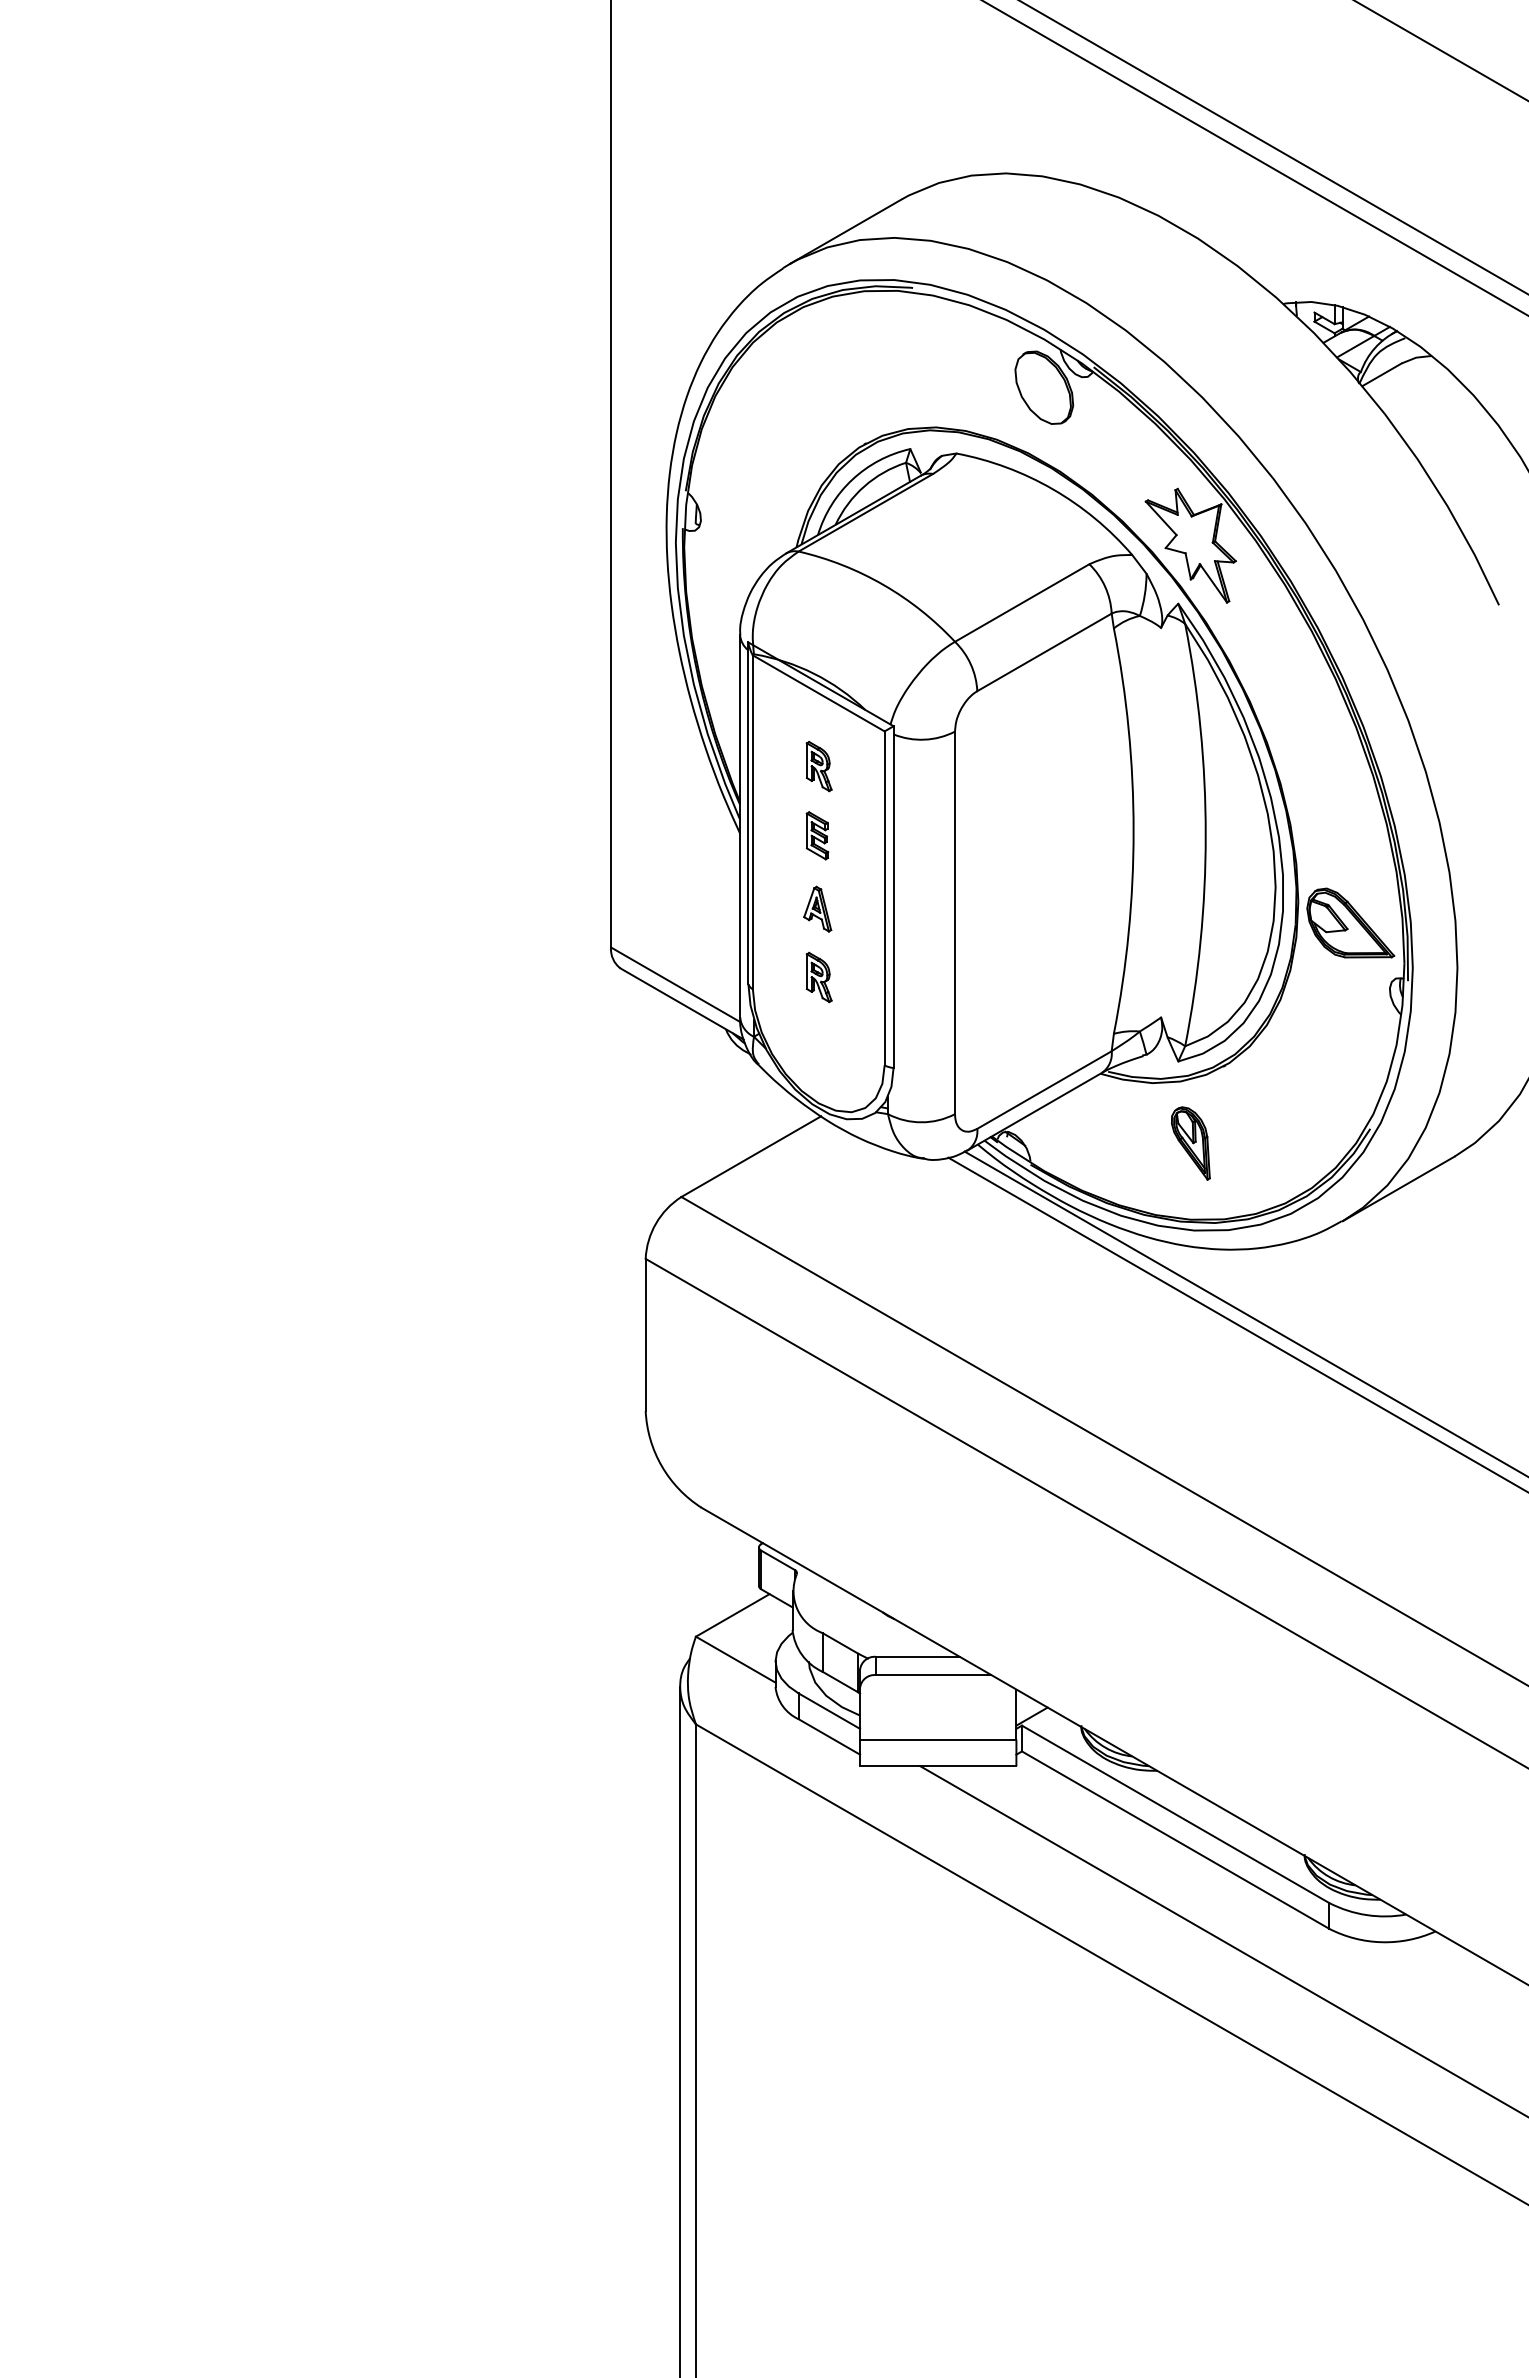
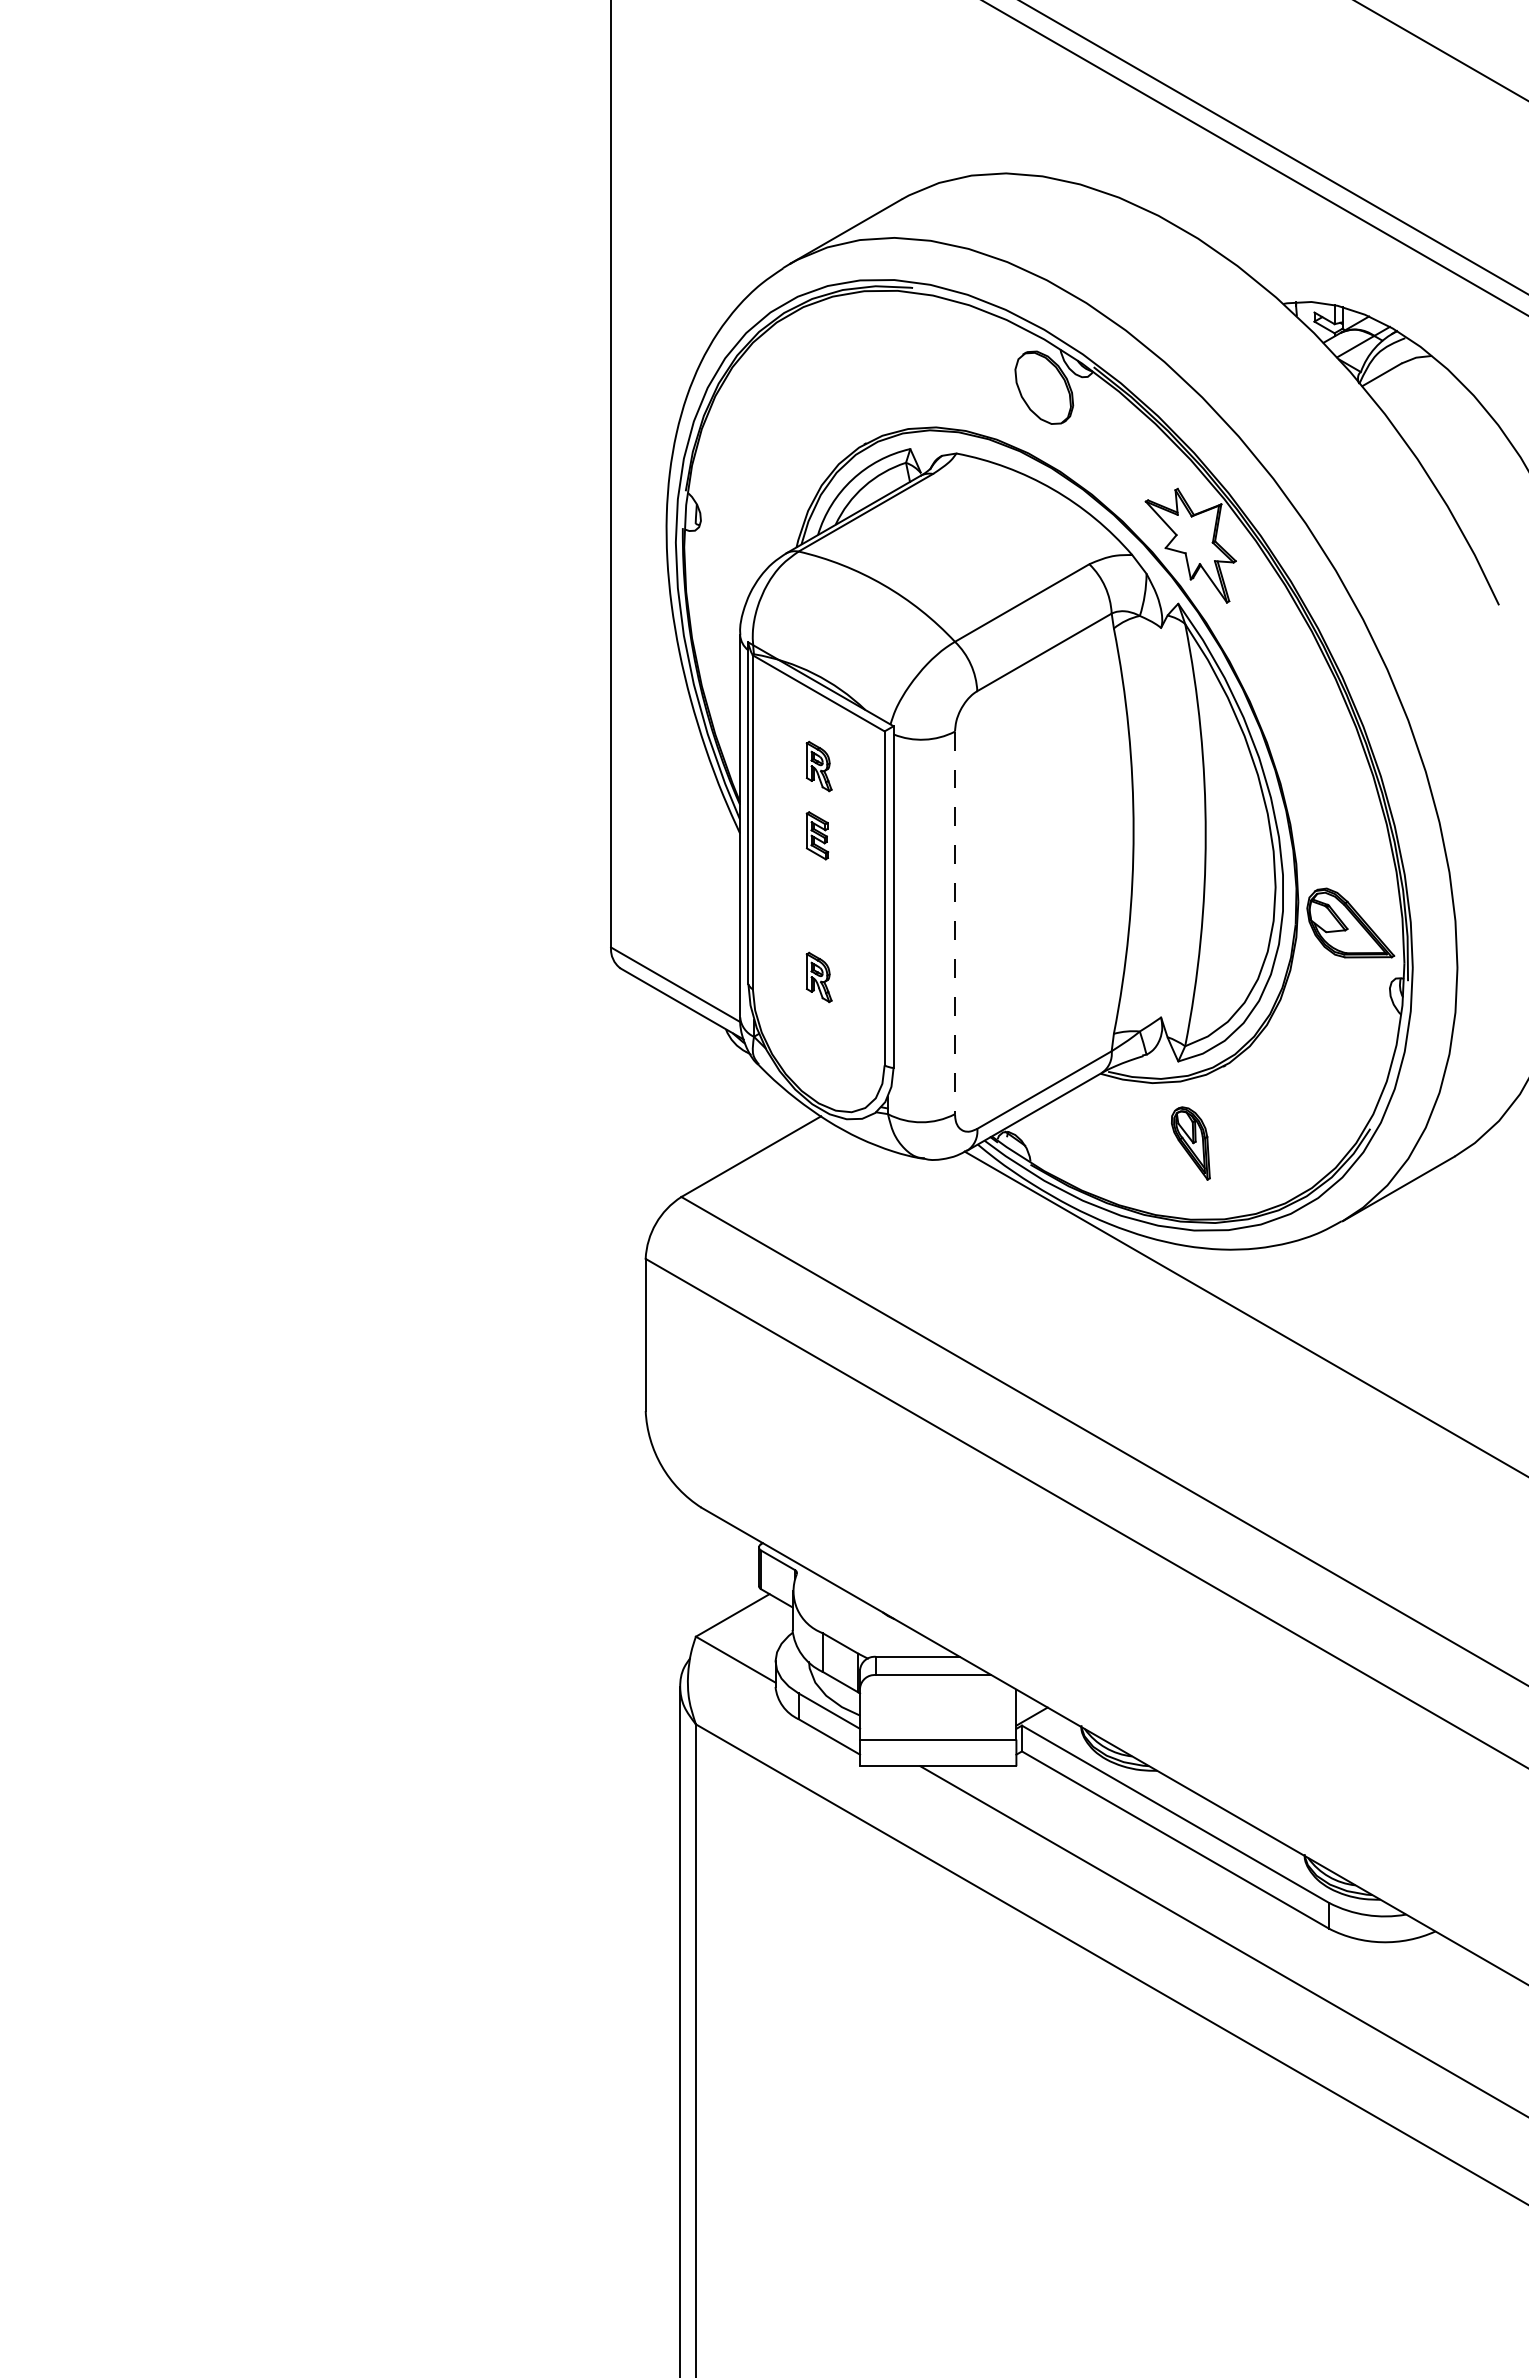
part at (817, 908): present -> none
line at (955, 923): solid -> dashed
line at (1236, 1323): present -> none
